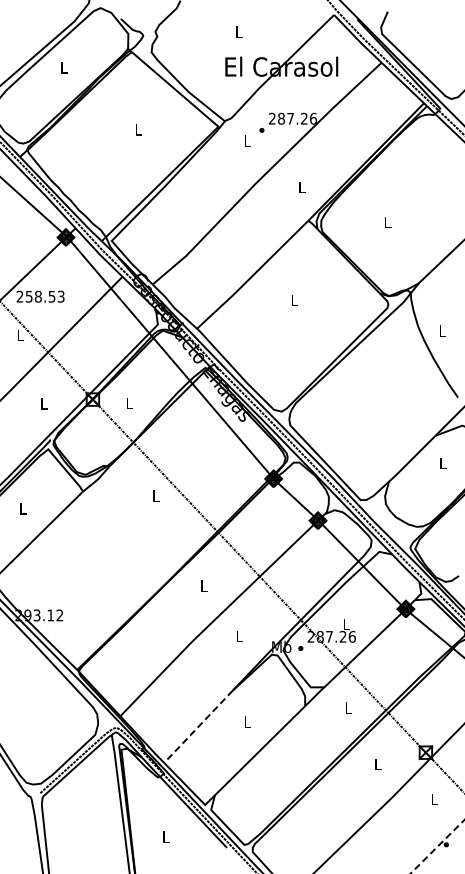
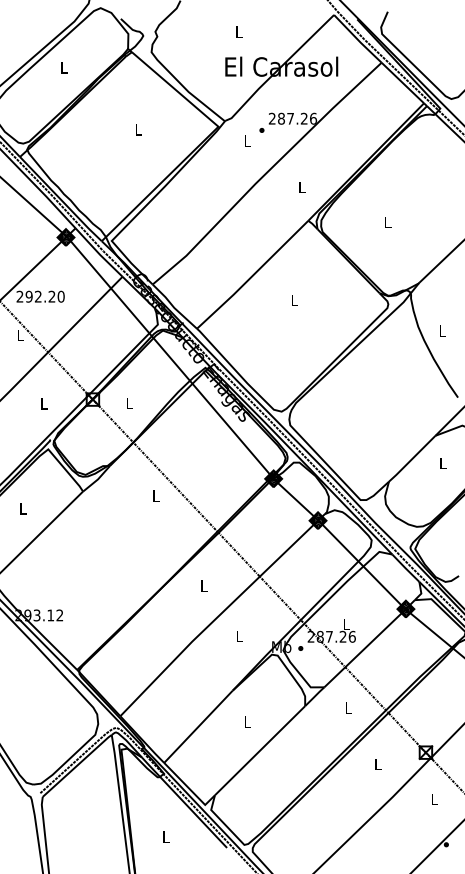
text at (44, 296): 258.53 -> 292.20
line at (198, 726): dashed -> solid
line at (437, 847): dashed -> solid
